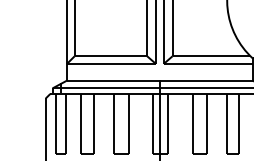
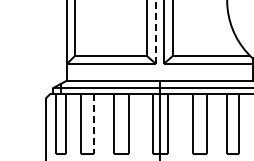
line at (155, 32): solid -> dashed
line at (93, 124): solid -> dashed
